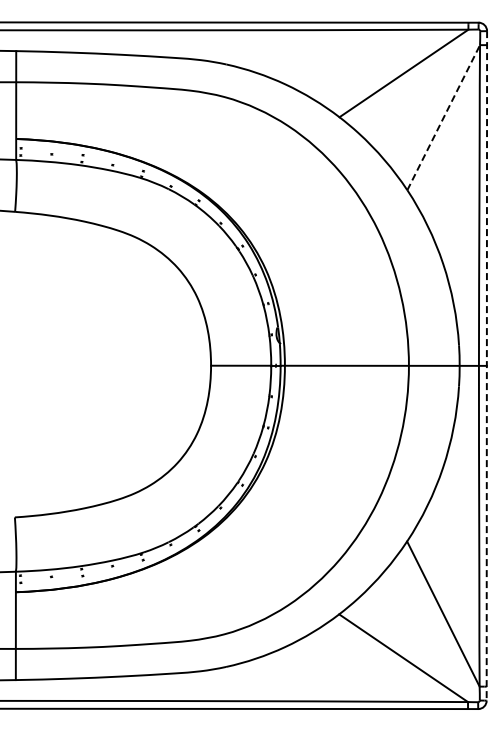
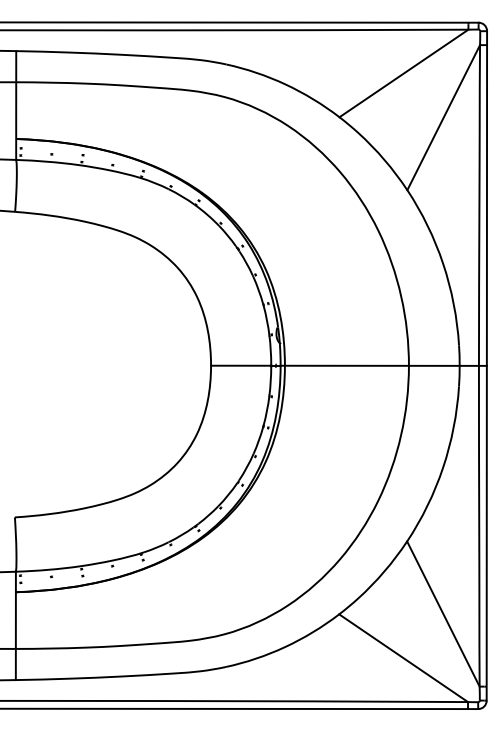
line at (443, 117): dashed -> solid
line at (486, 365): dashed -> solid
